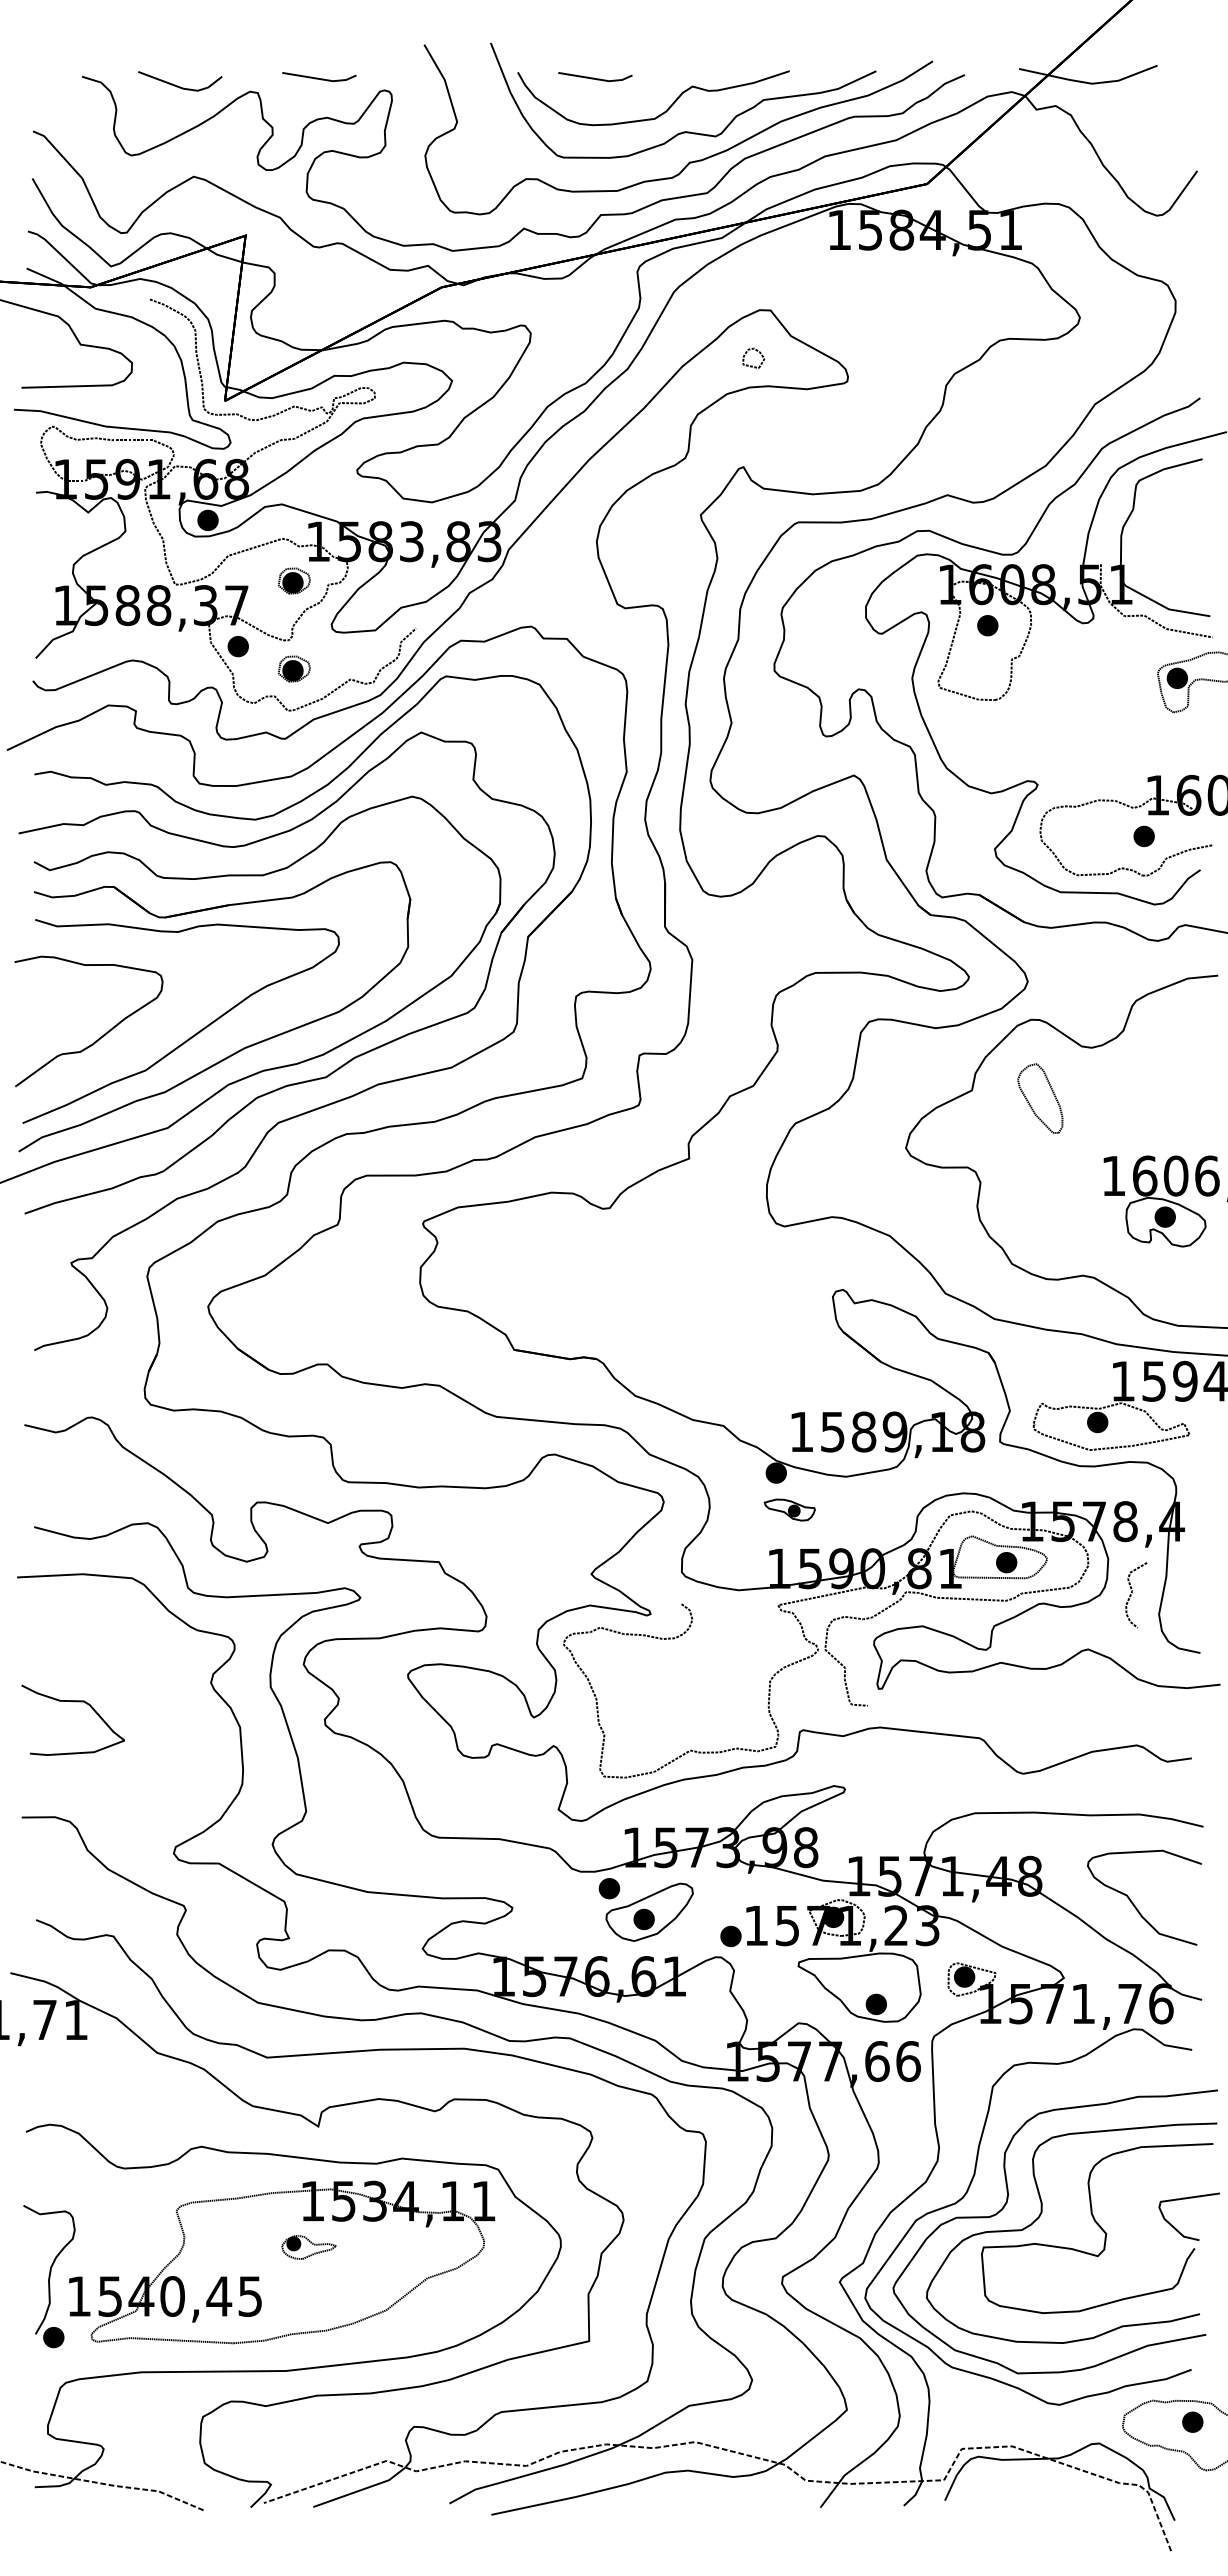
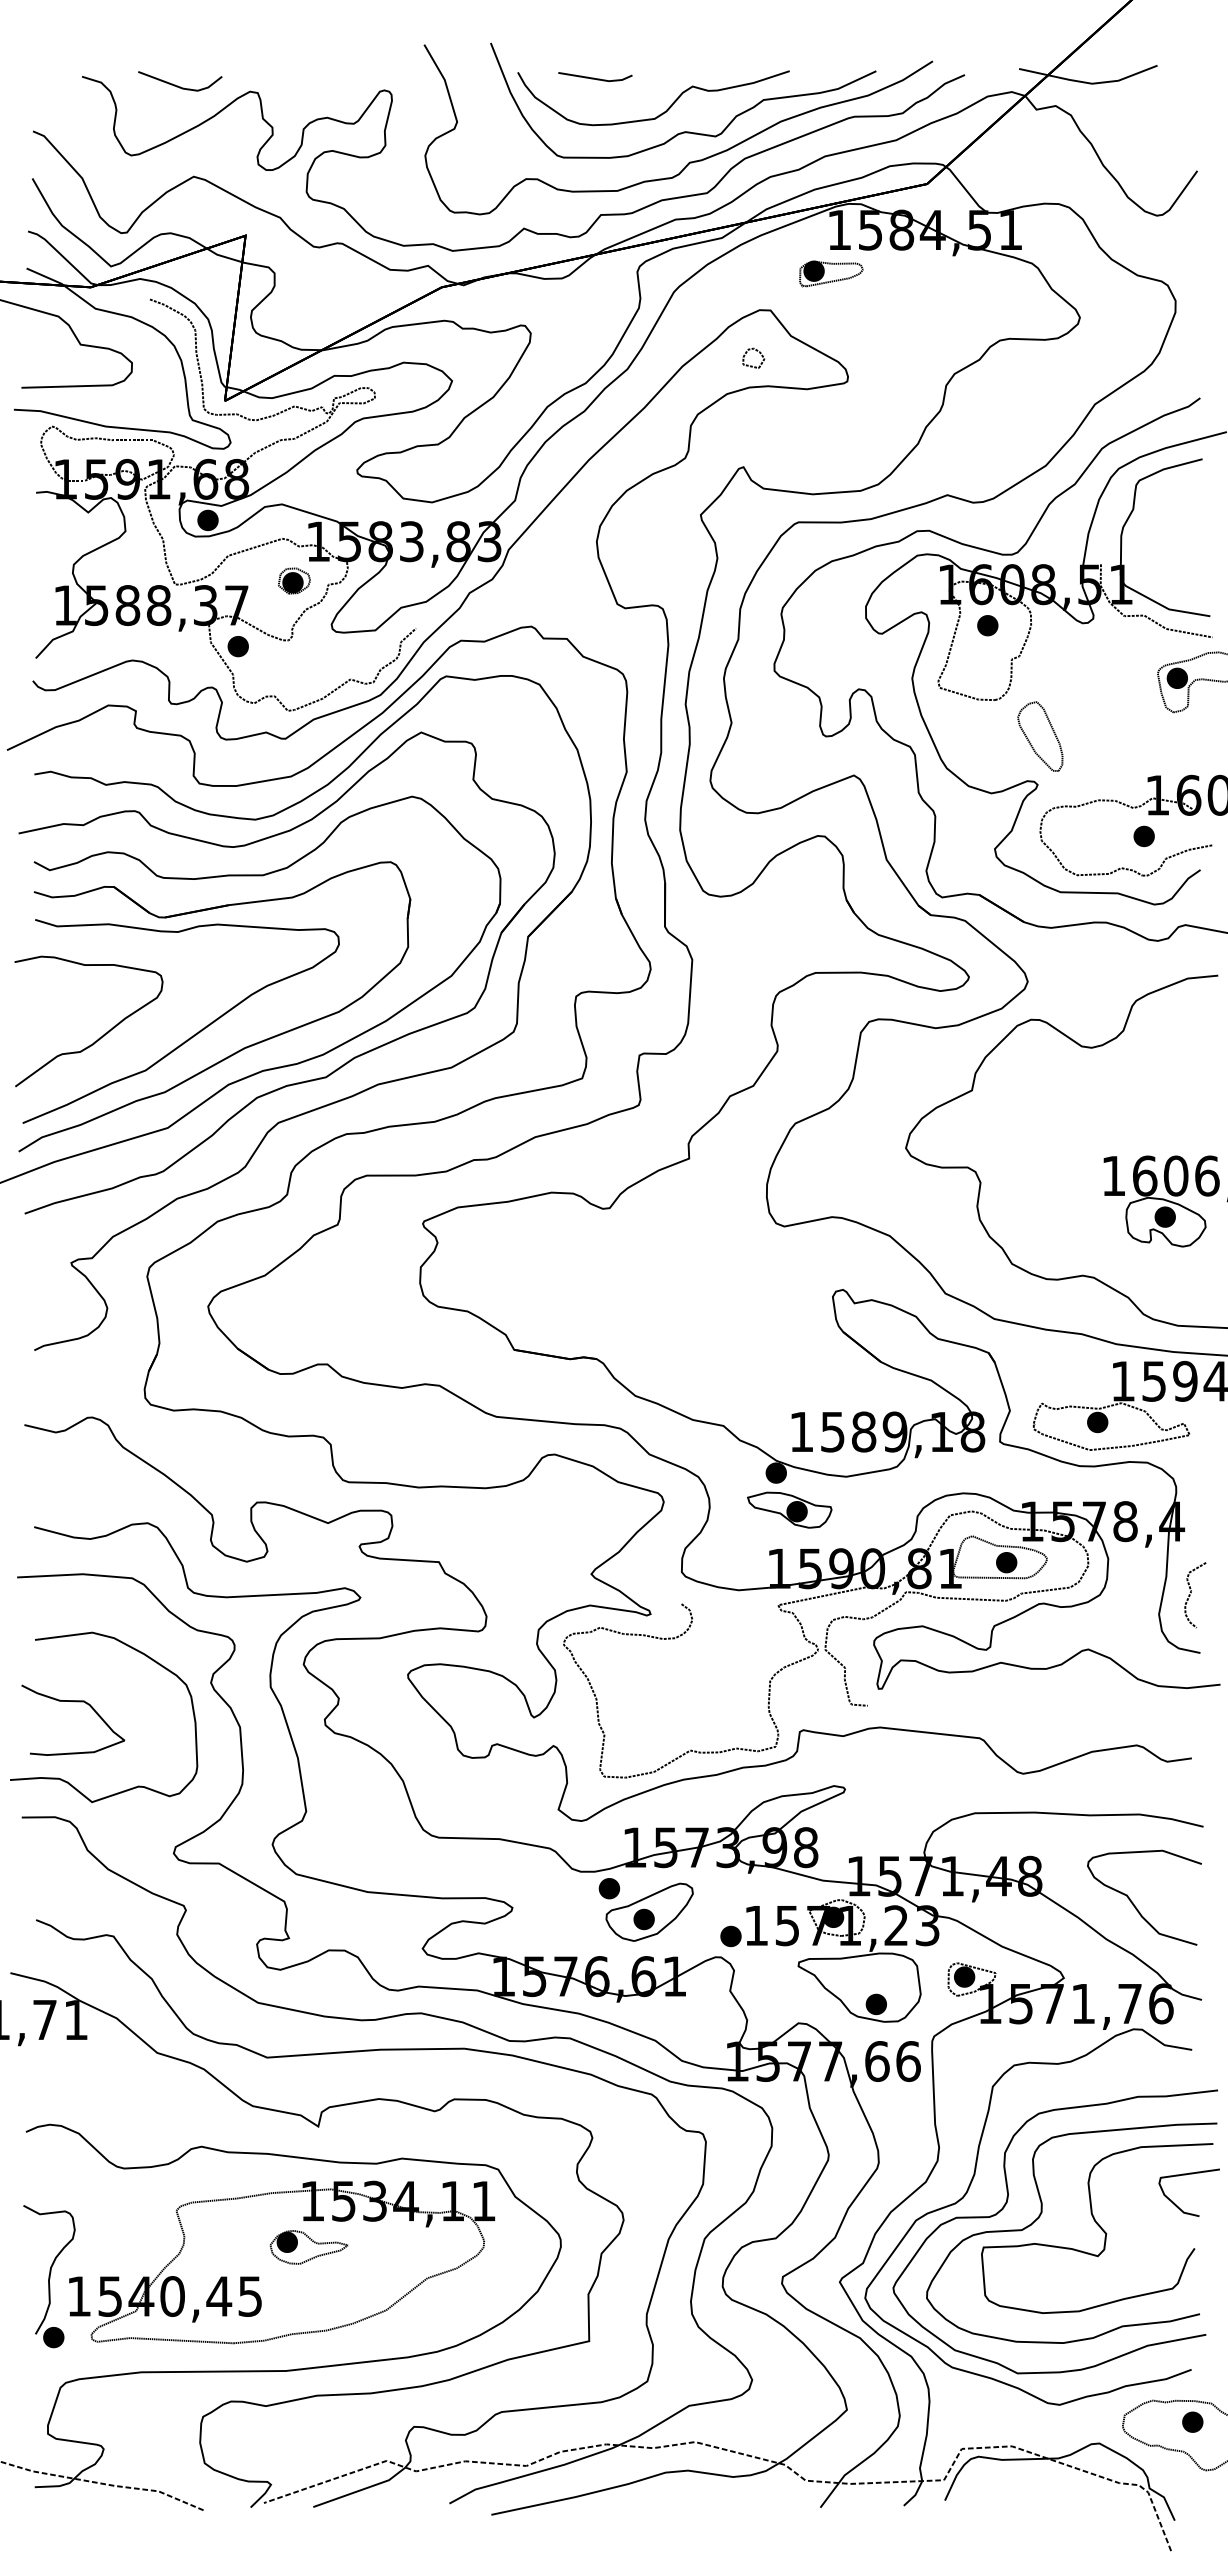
part at (319, 77): present -> none
part at (831, 273): none -> present
part at (293, 668): present -> none
part at (1040, 1098) position: (1040, 1098) -> (1040, 736)
part at (789, 1509) size: 53x24 px -> 86x38 px
curve at (1132, 1593) position: (1132, 1593) -> (1191, 1593)
curve at (136, 1651): none -> present
part at (1176, 2228) position: (1176, 2228) -> (1176, 2204)
part at (308, 2247) size: 56x25 px -> 80x35 px
